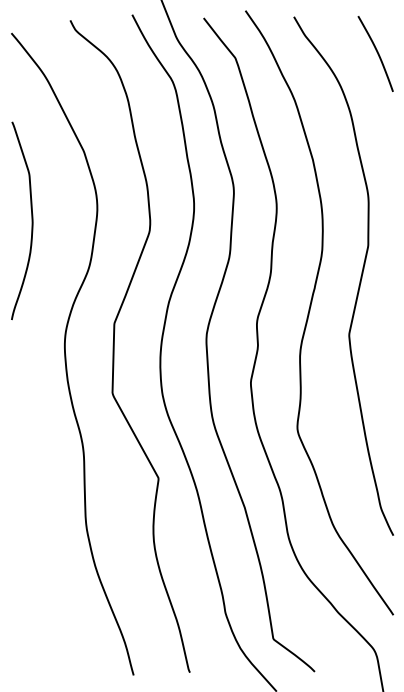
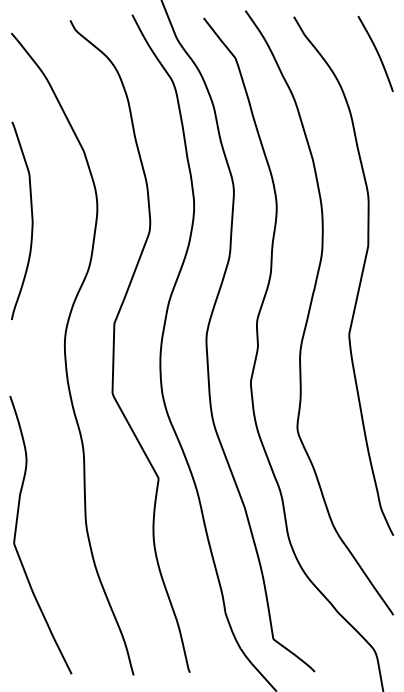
curve at (16, 533): none -> present
